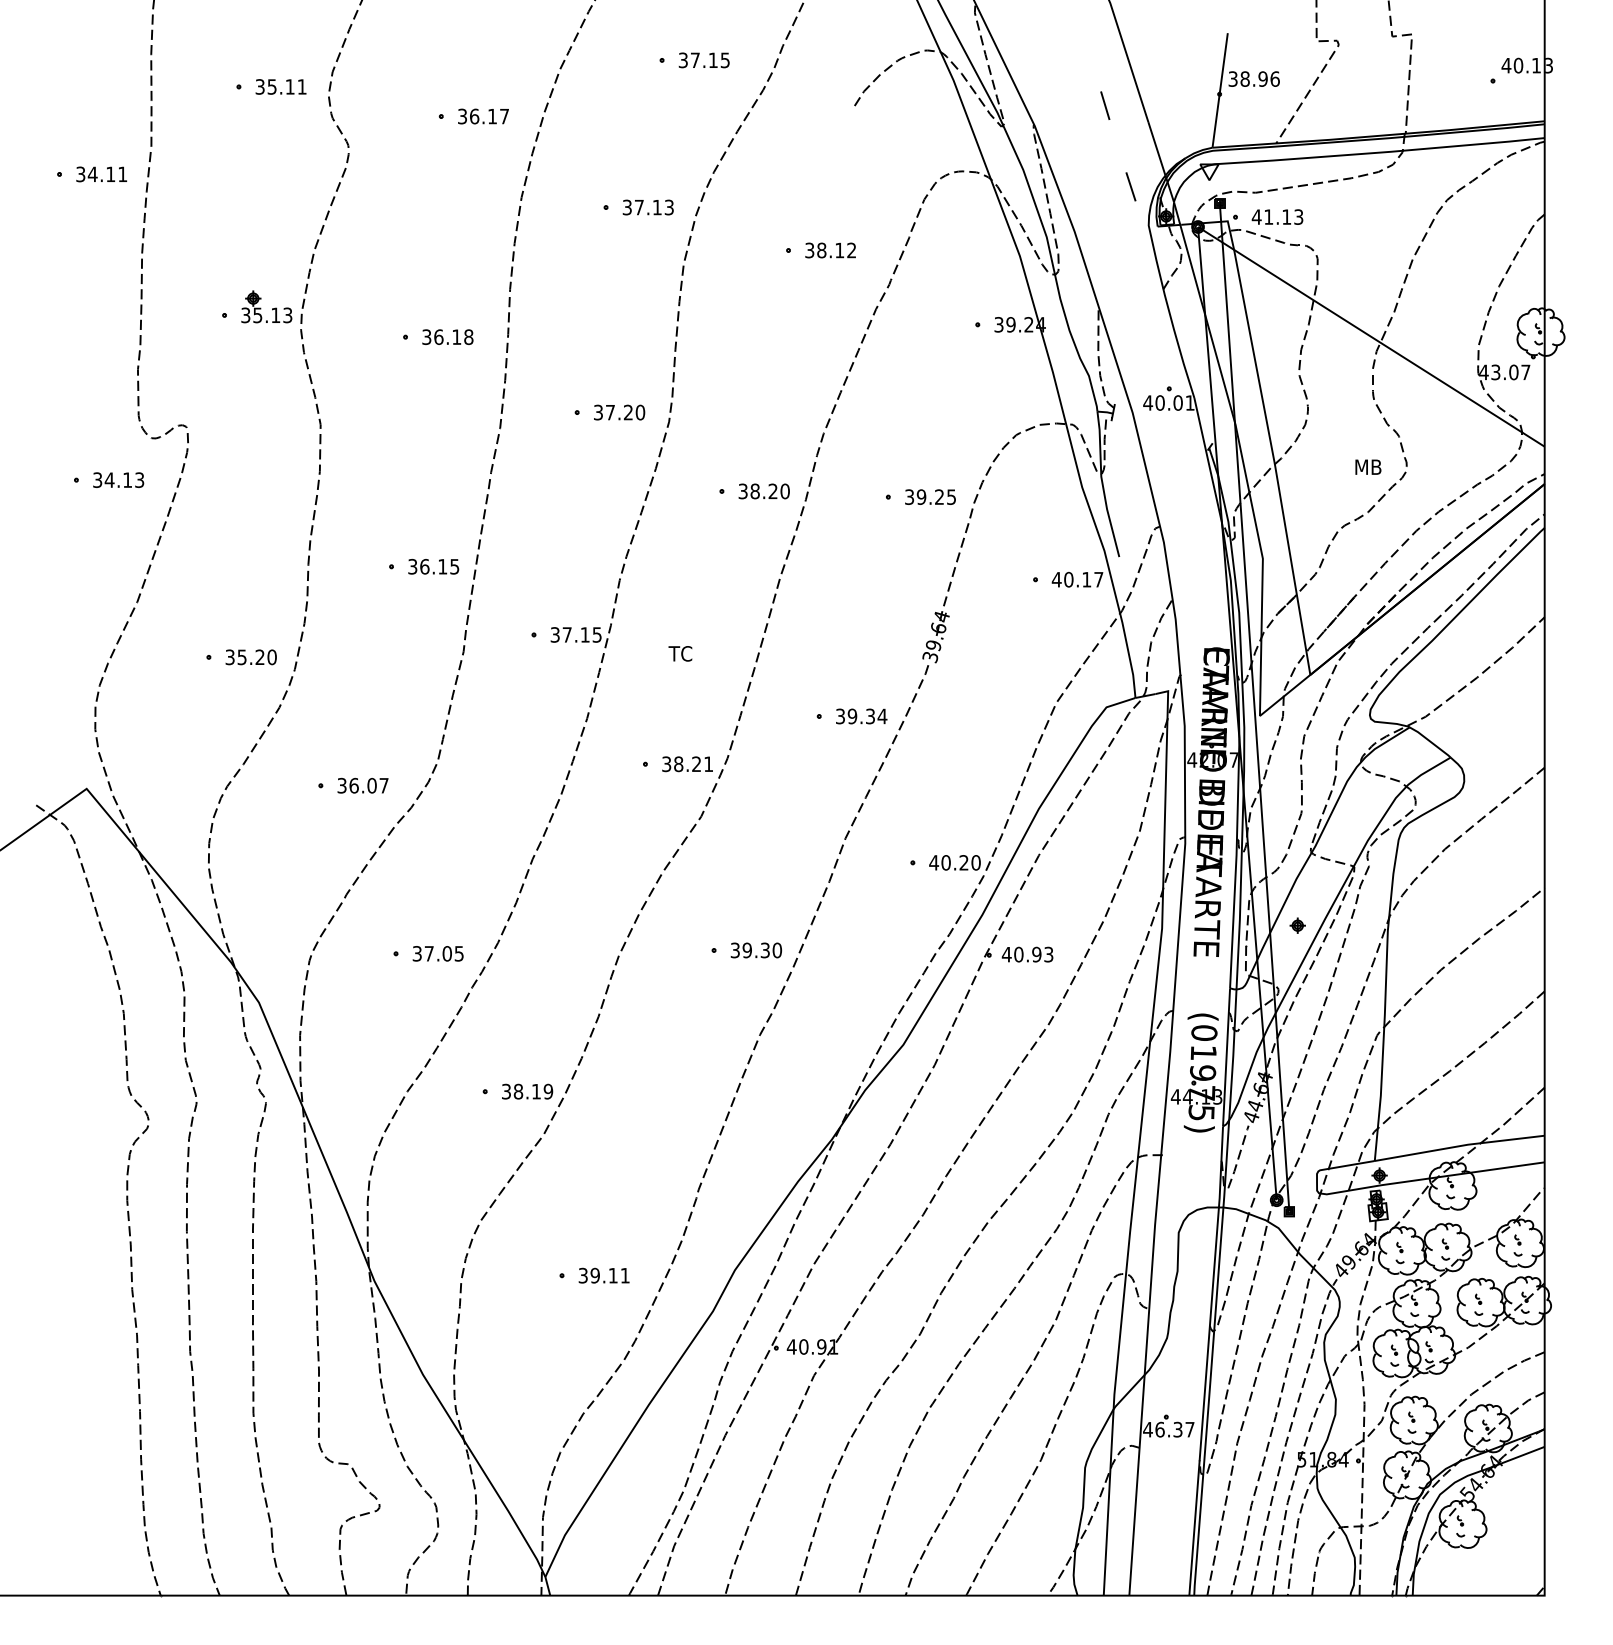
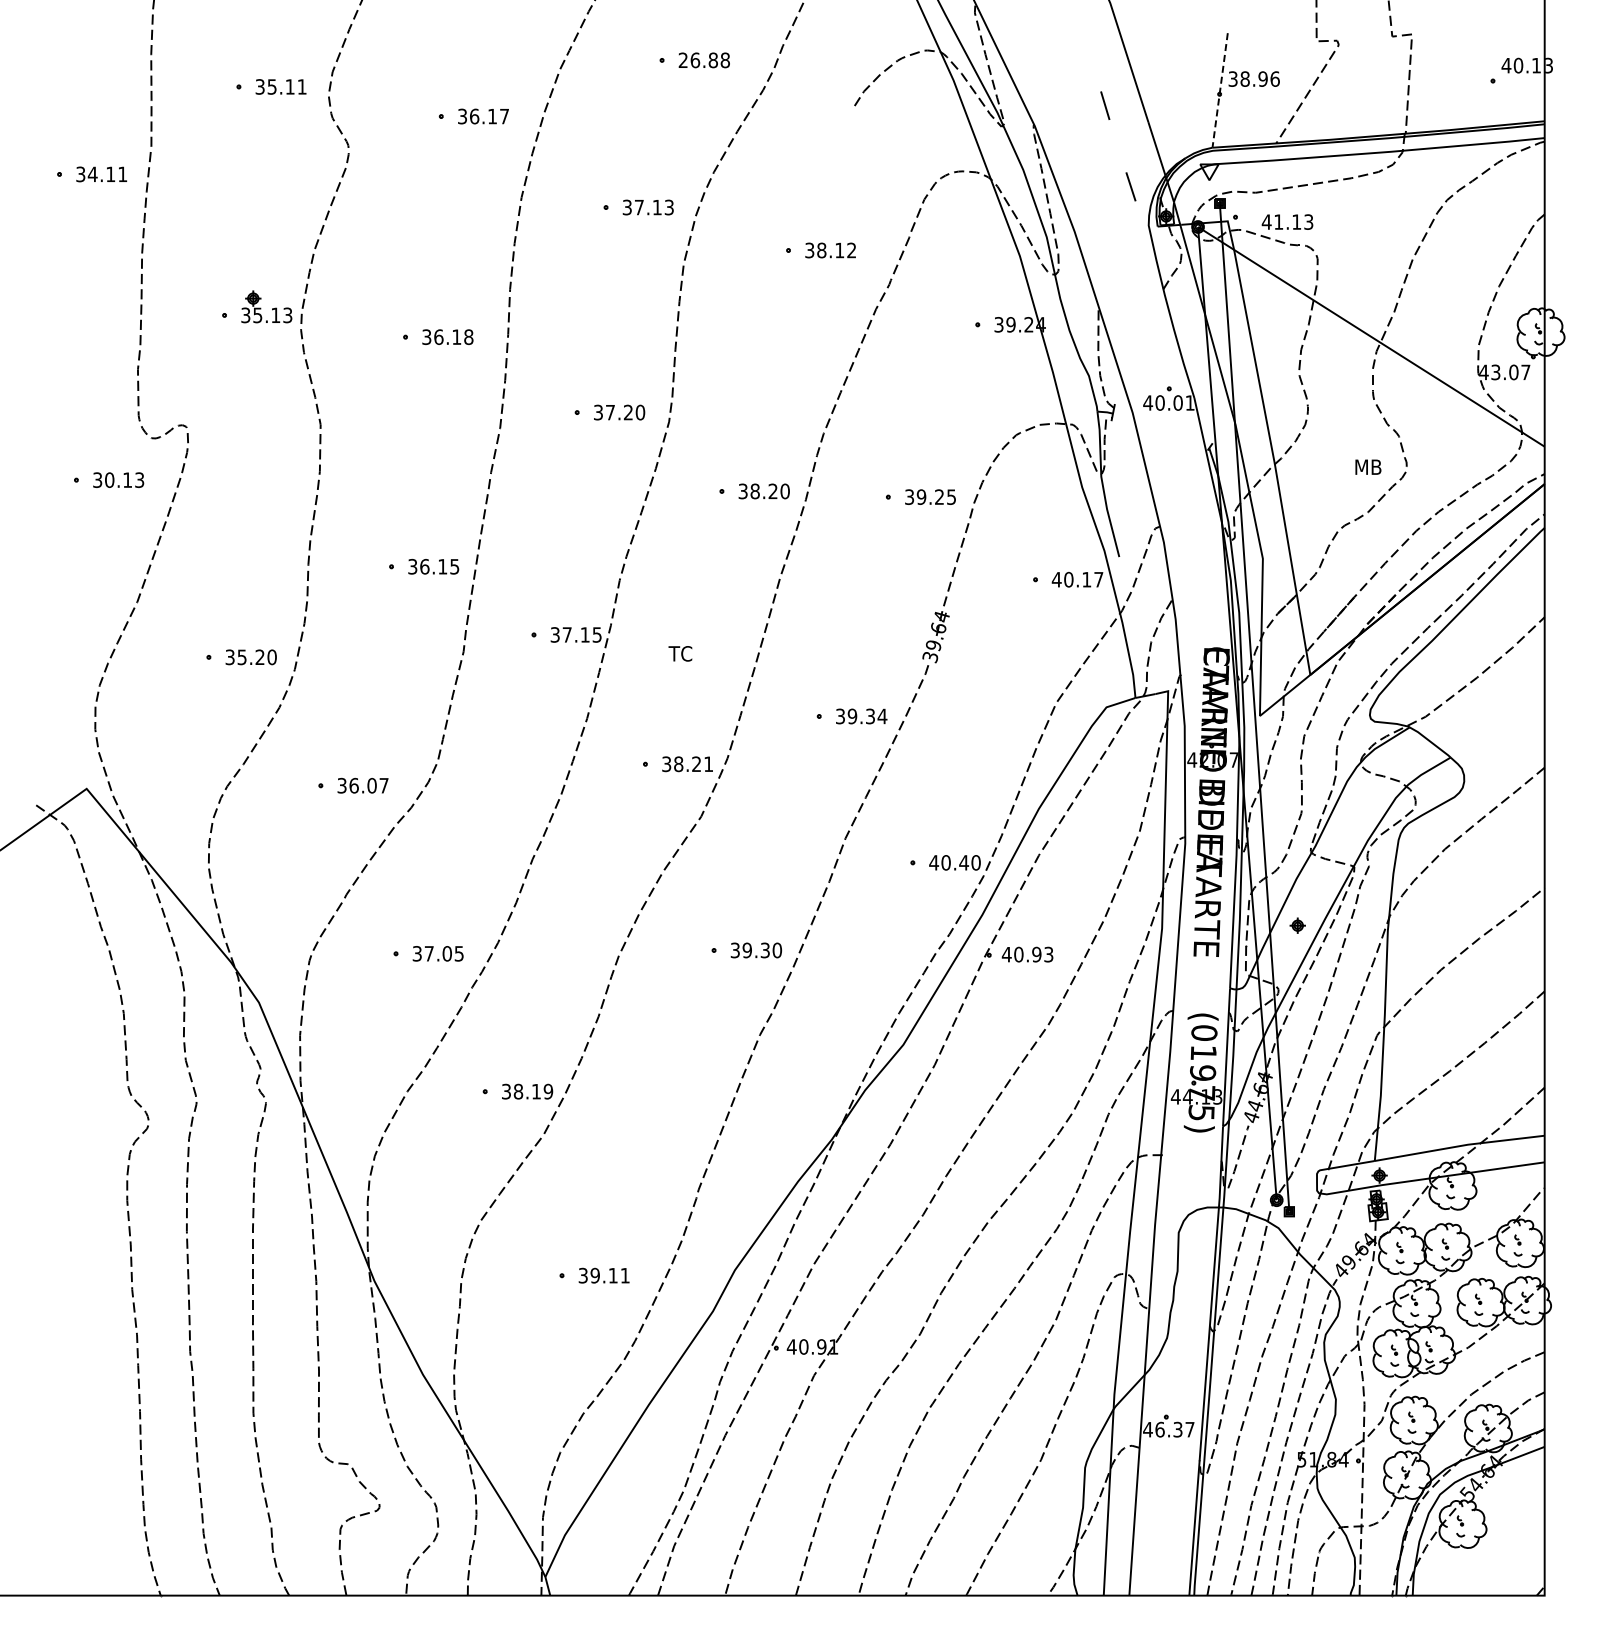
text at (703, 60): 37.15 -> 26.88
line at (1220, 90): solid -> dashed
text at (1277, 216) position: (1277, 216) -> (1287, 221)
text at (109, 479): 34.13 -> 30.13
text at (964, 862): 40.20 -> 40.40
